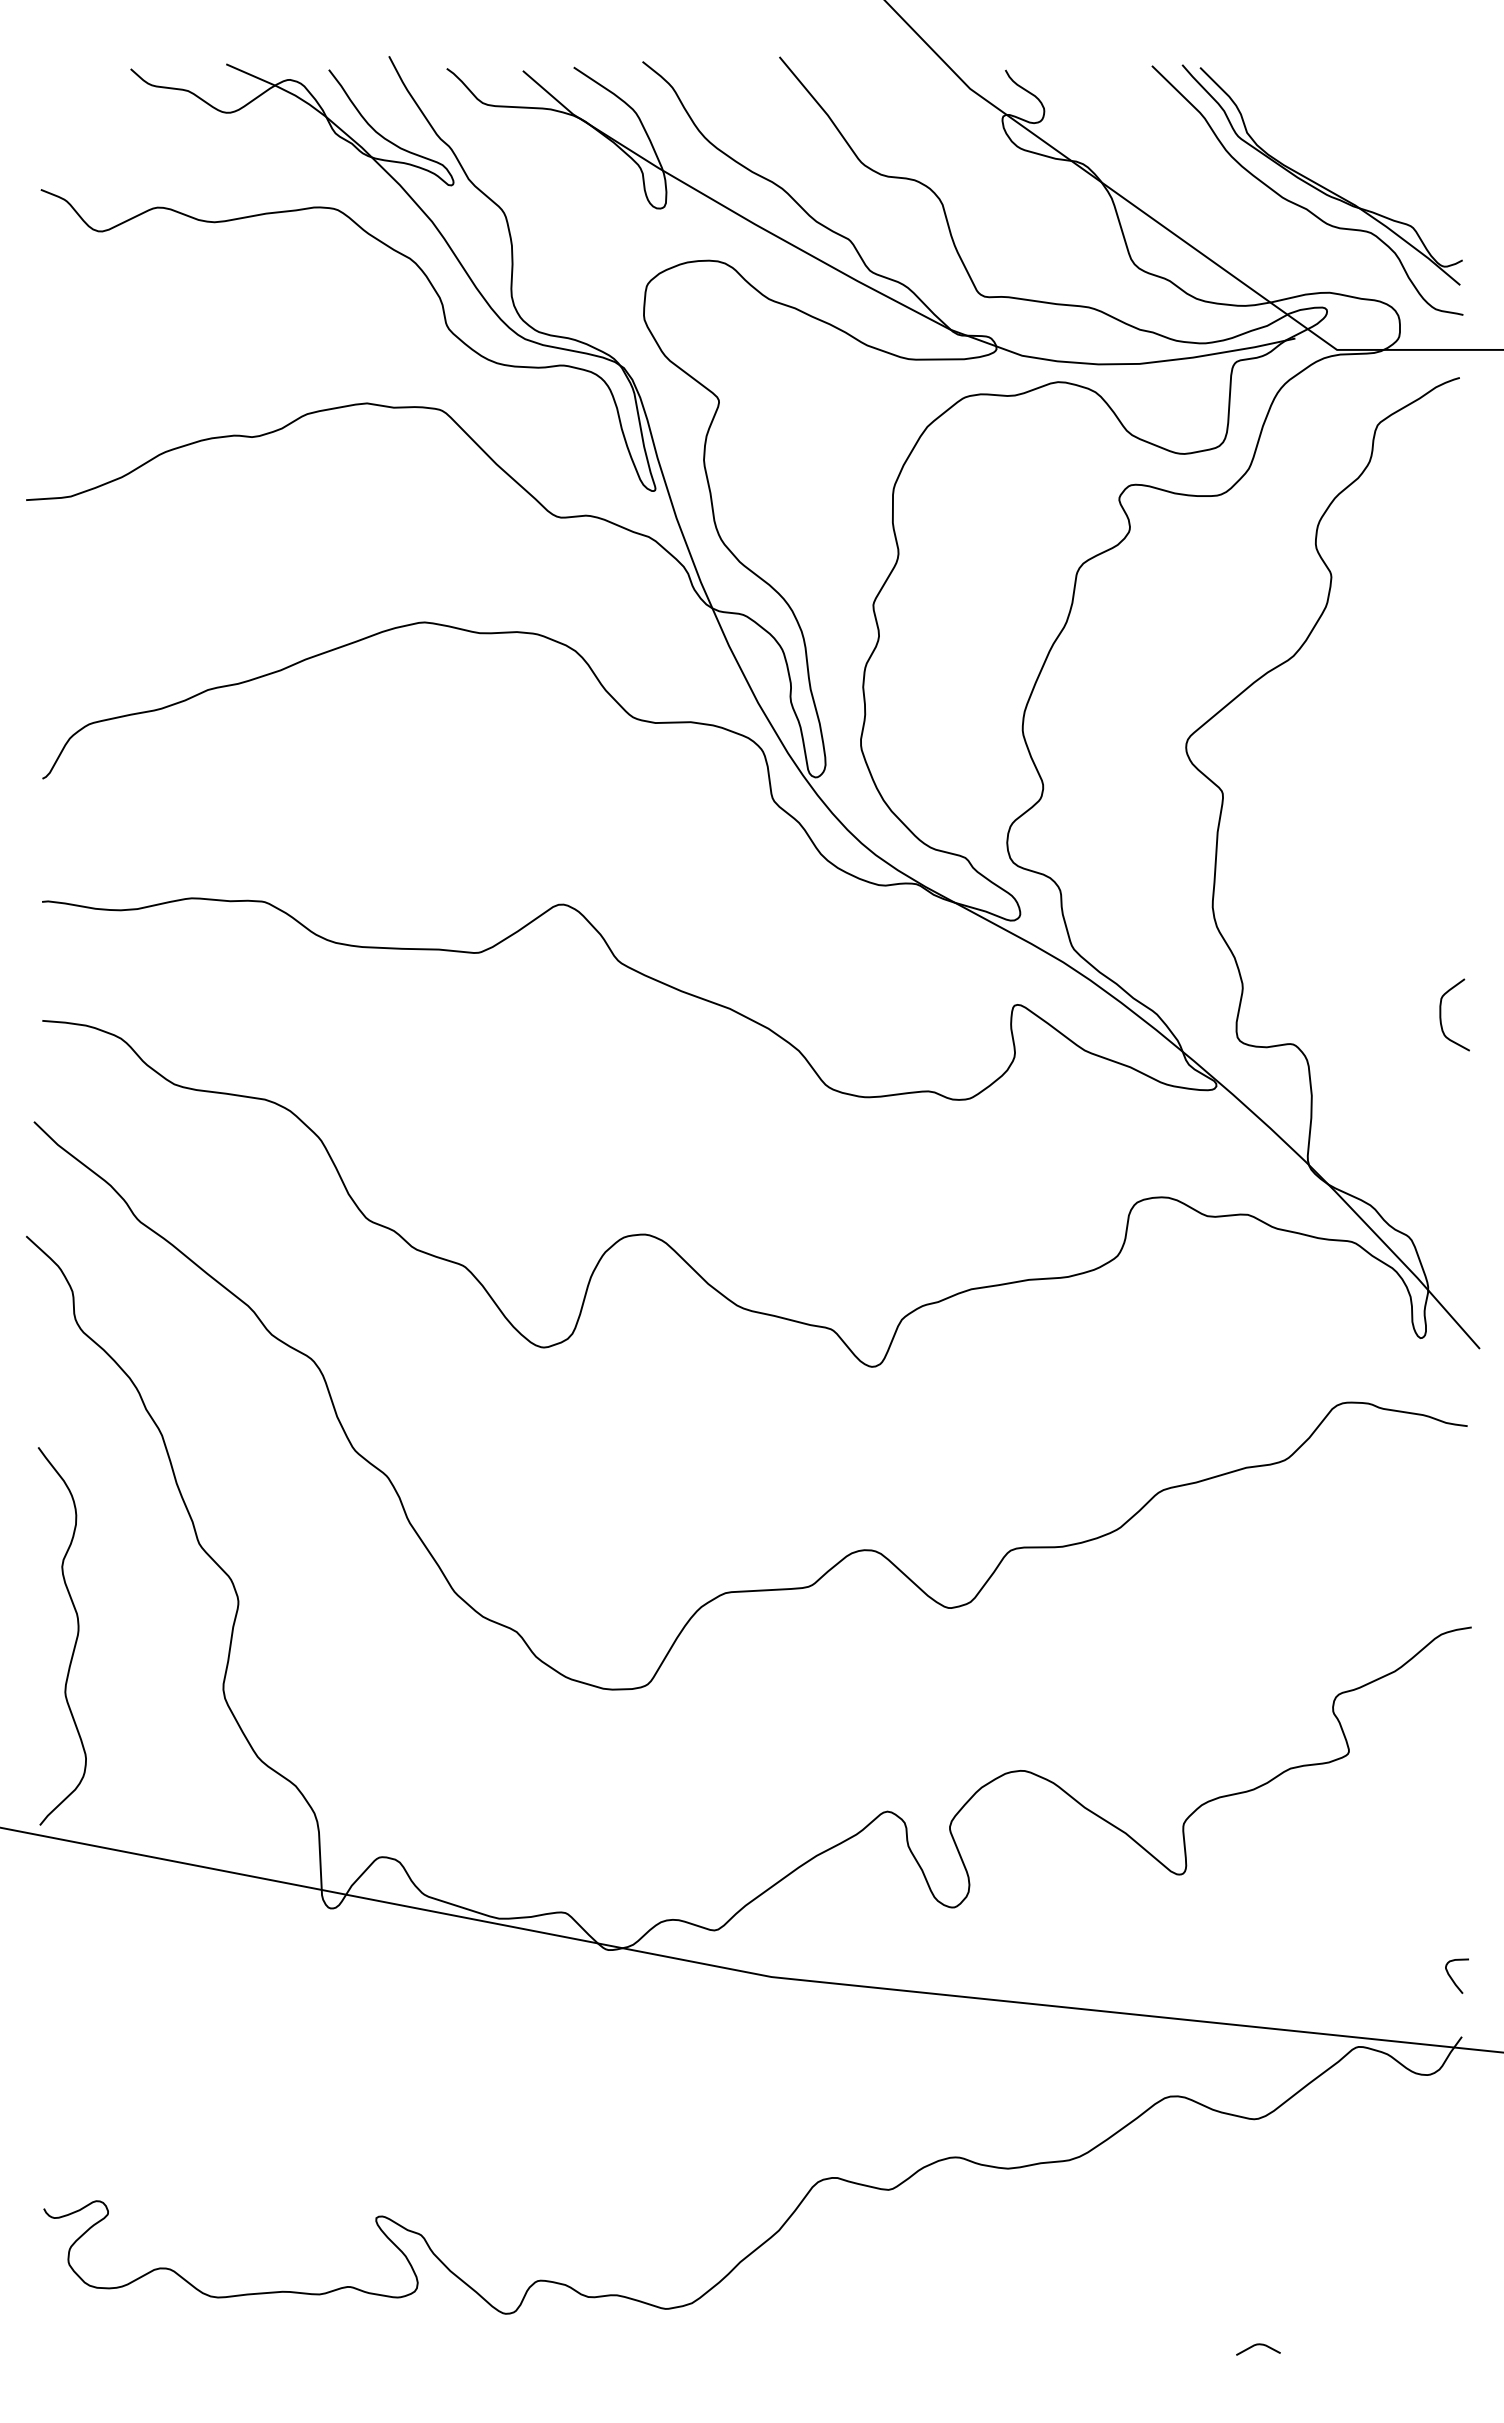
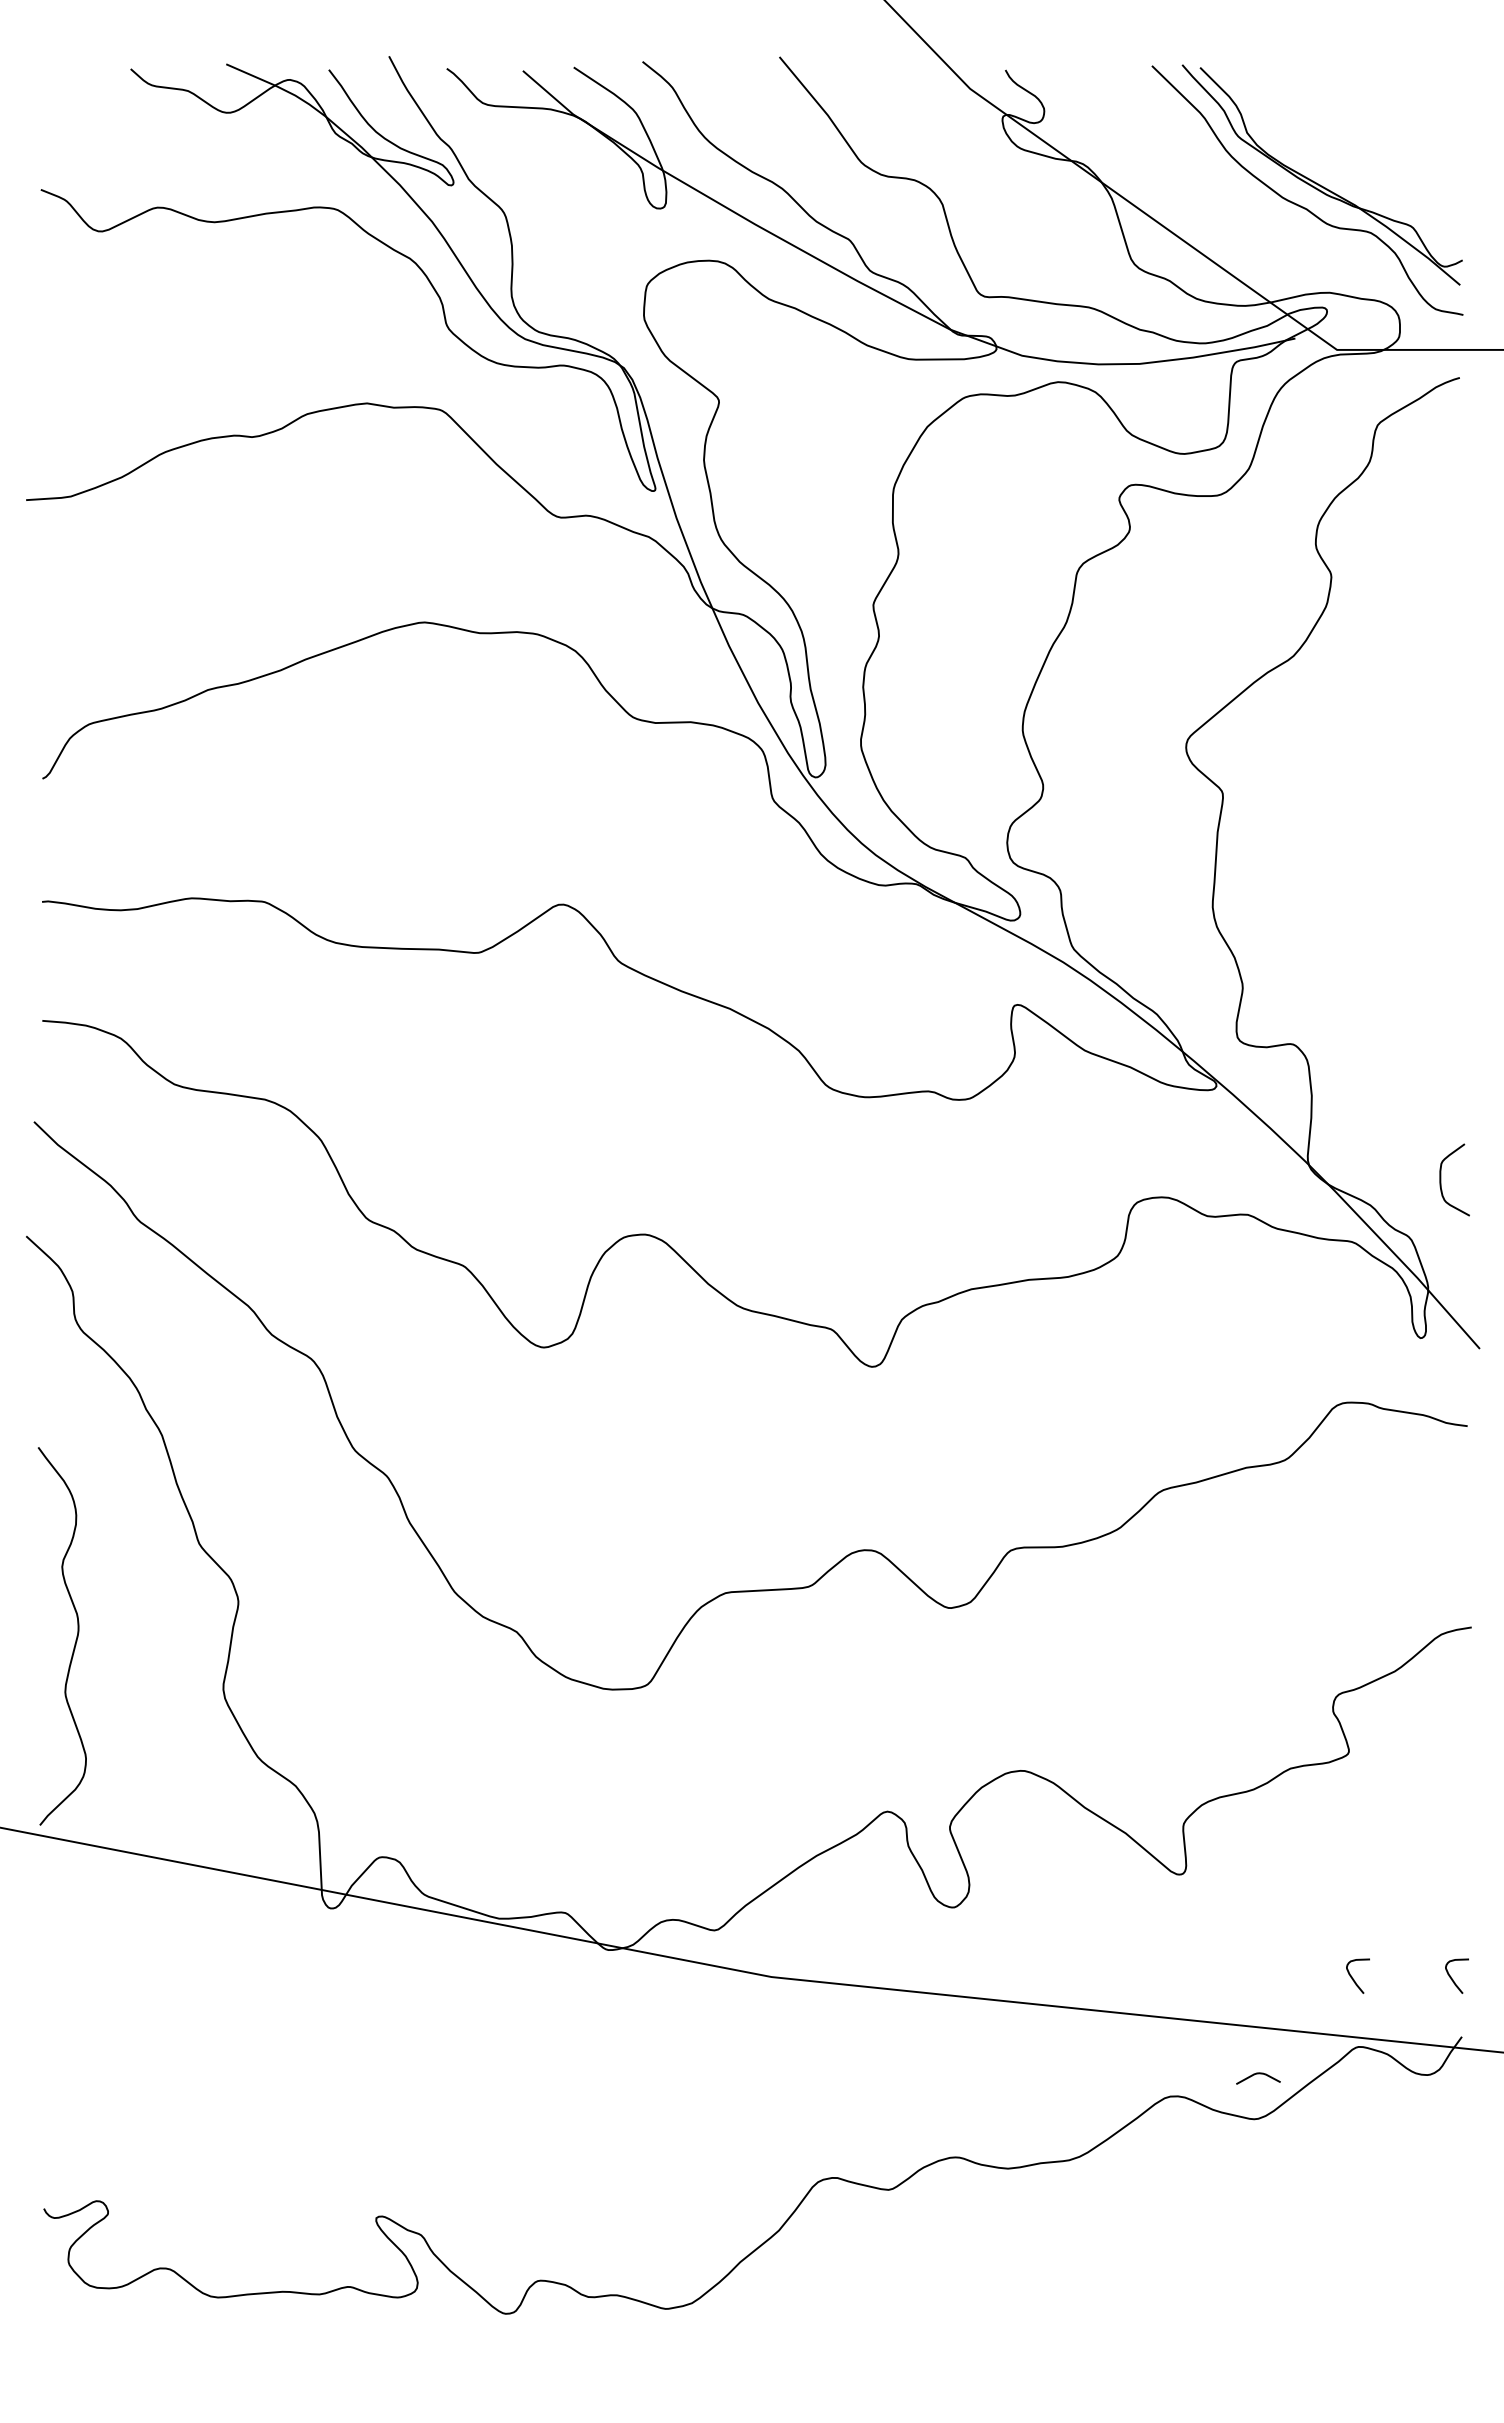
curve at (1441, 1014) position: (1441, 1014) -> (1441, 1179)
curve at (1353, 1978): none -> present
curve at (1258, 2345) position: (1258, 2345) -> (1258, 2074)
